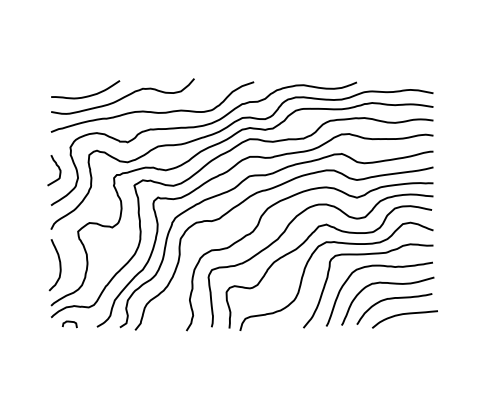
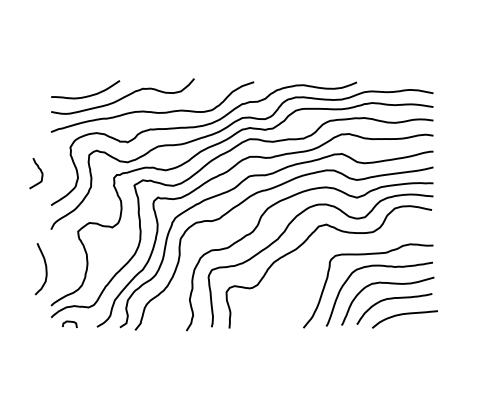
curve at (58, 169) position: (58, 169) -> (40, 172)
curve at (309, 261): present -> none
curve at (59, 265) position: (59, 265) -> (45, 269)
